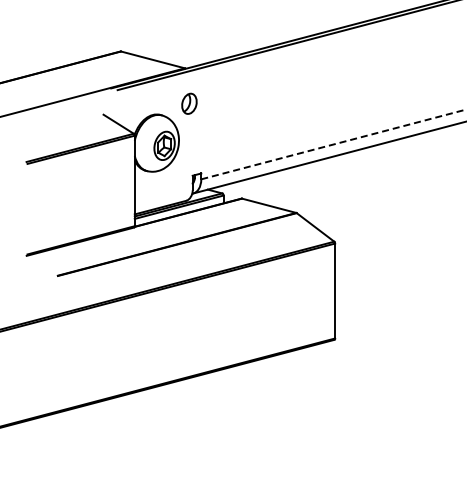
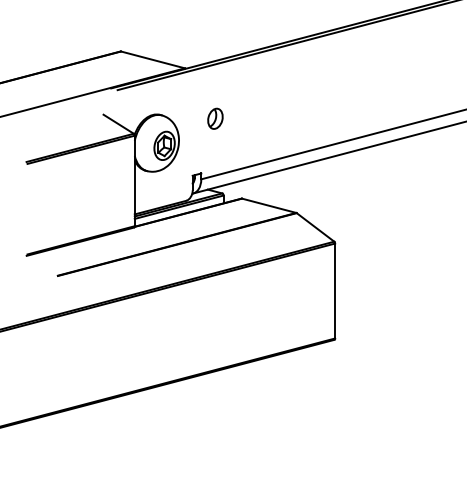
part at (189, 103) position: (189, 103) -> (215, 118)
line at (333, 144): dashed -> solid
